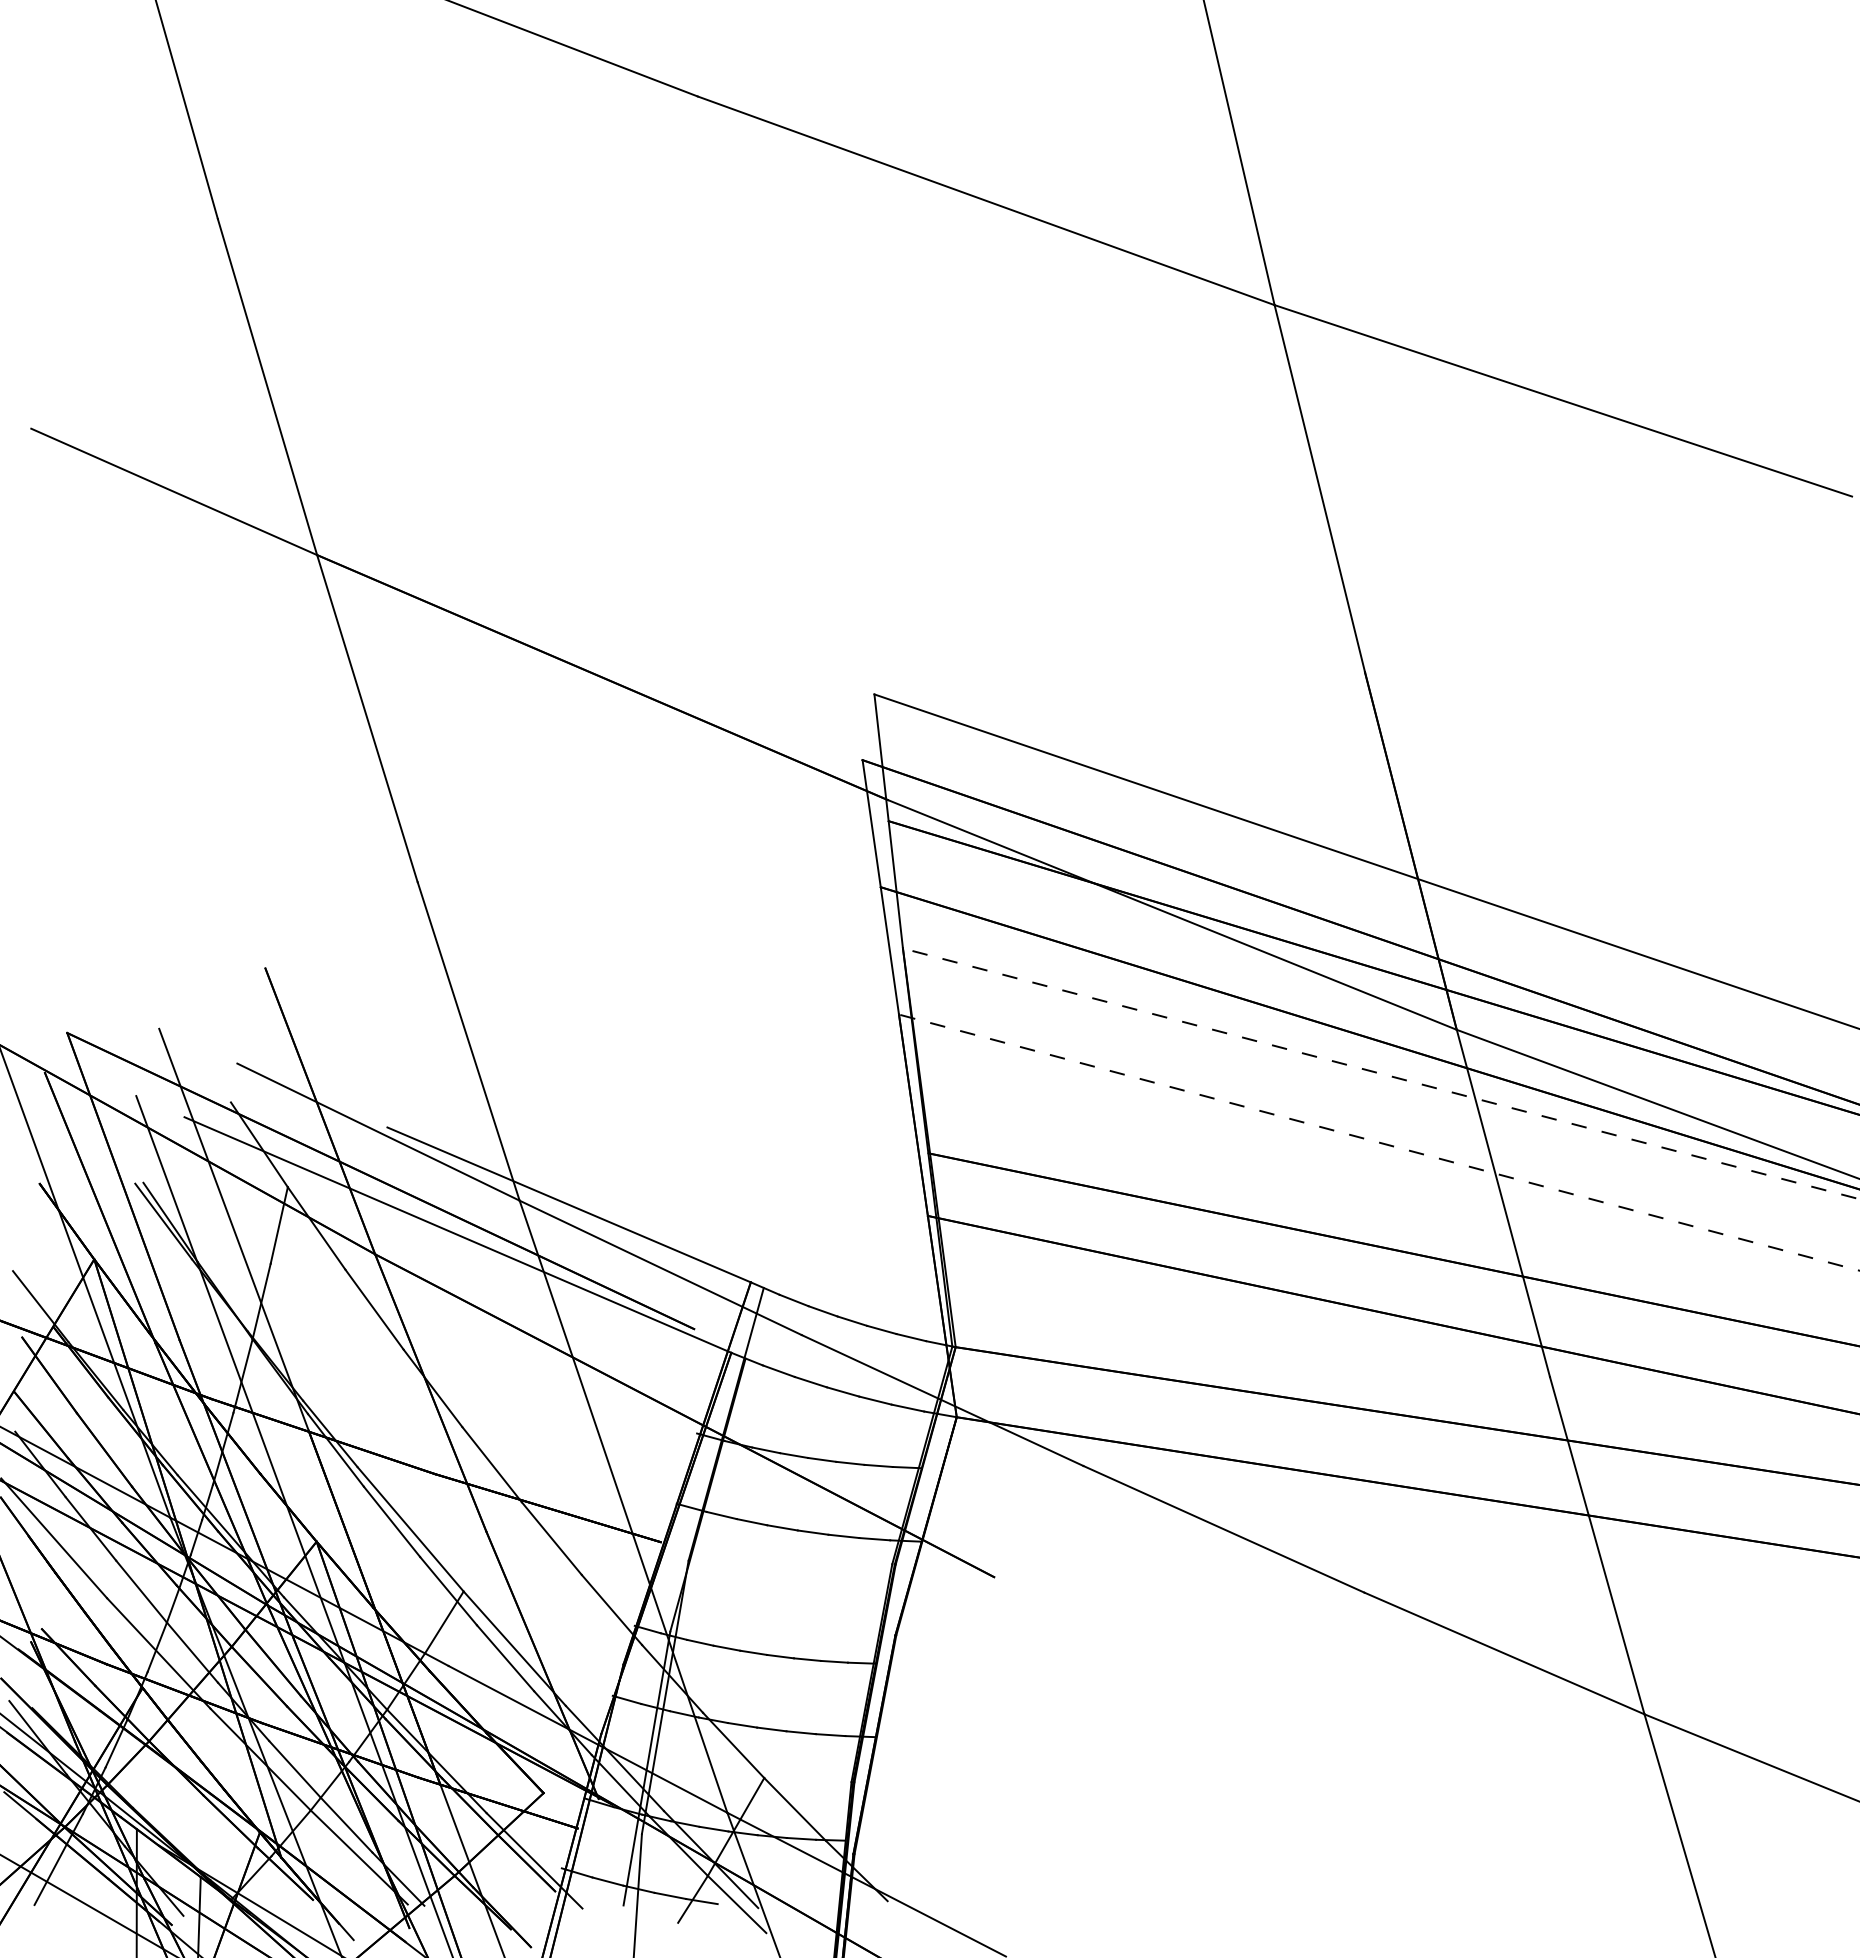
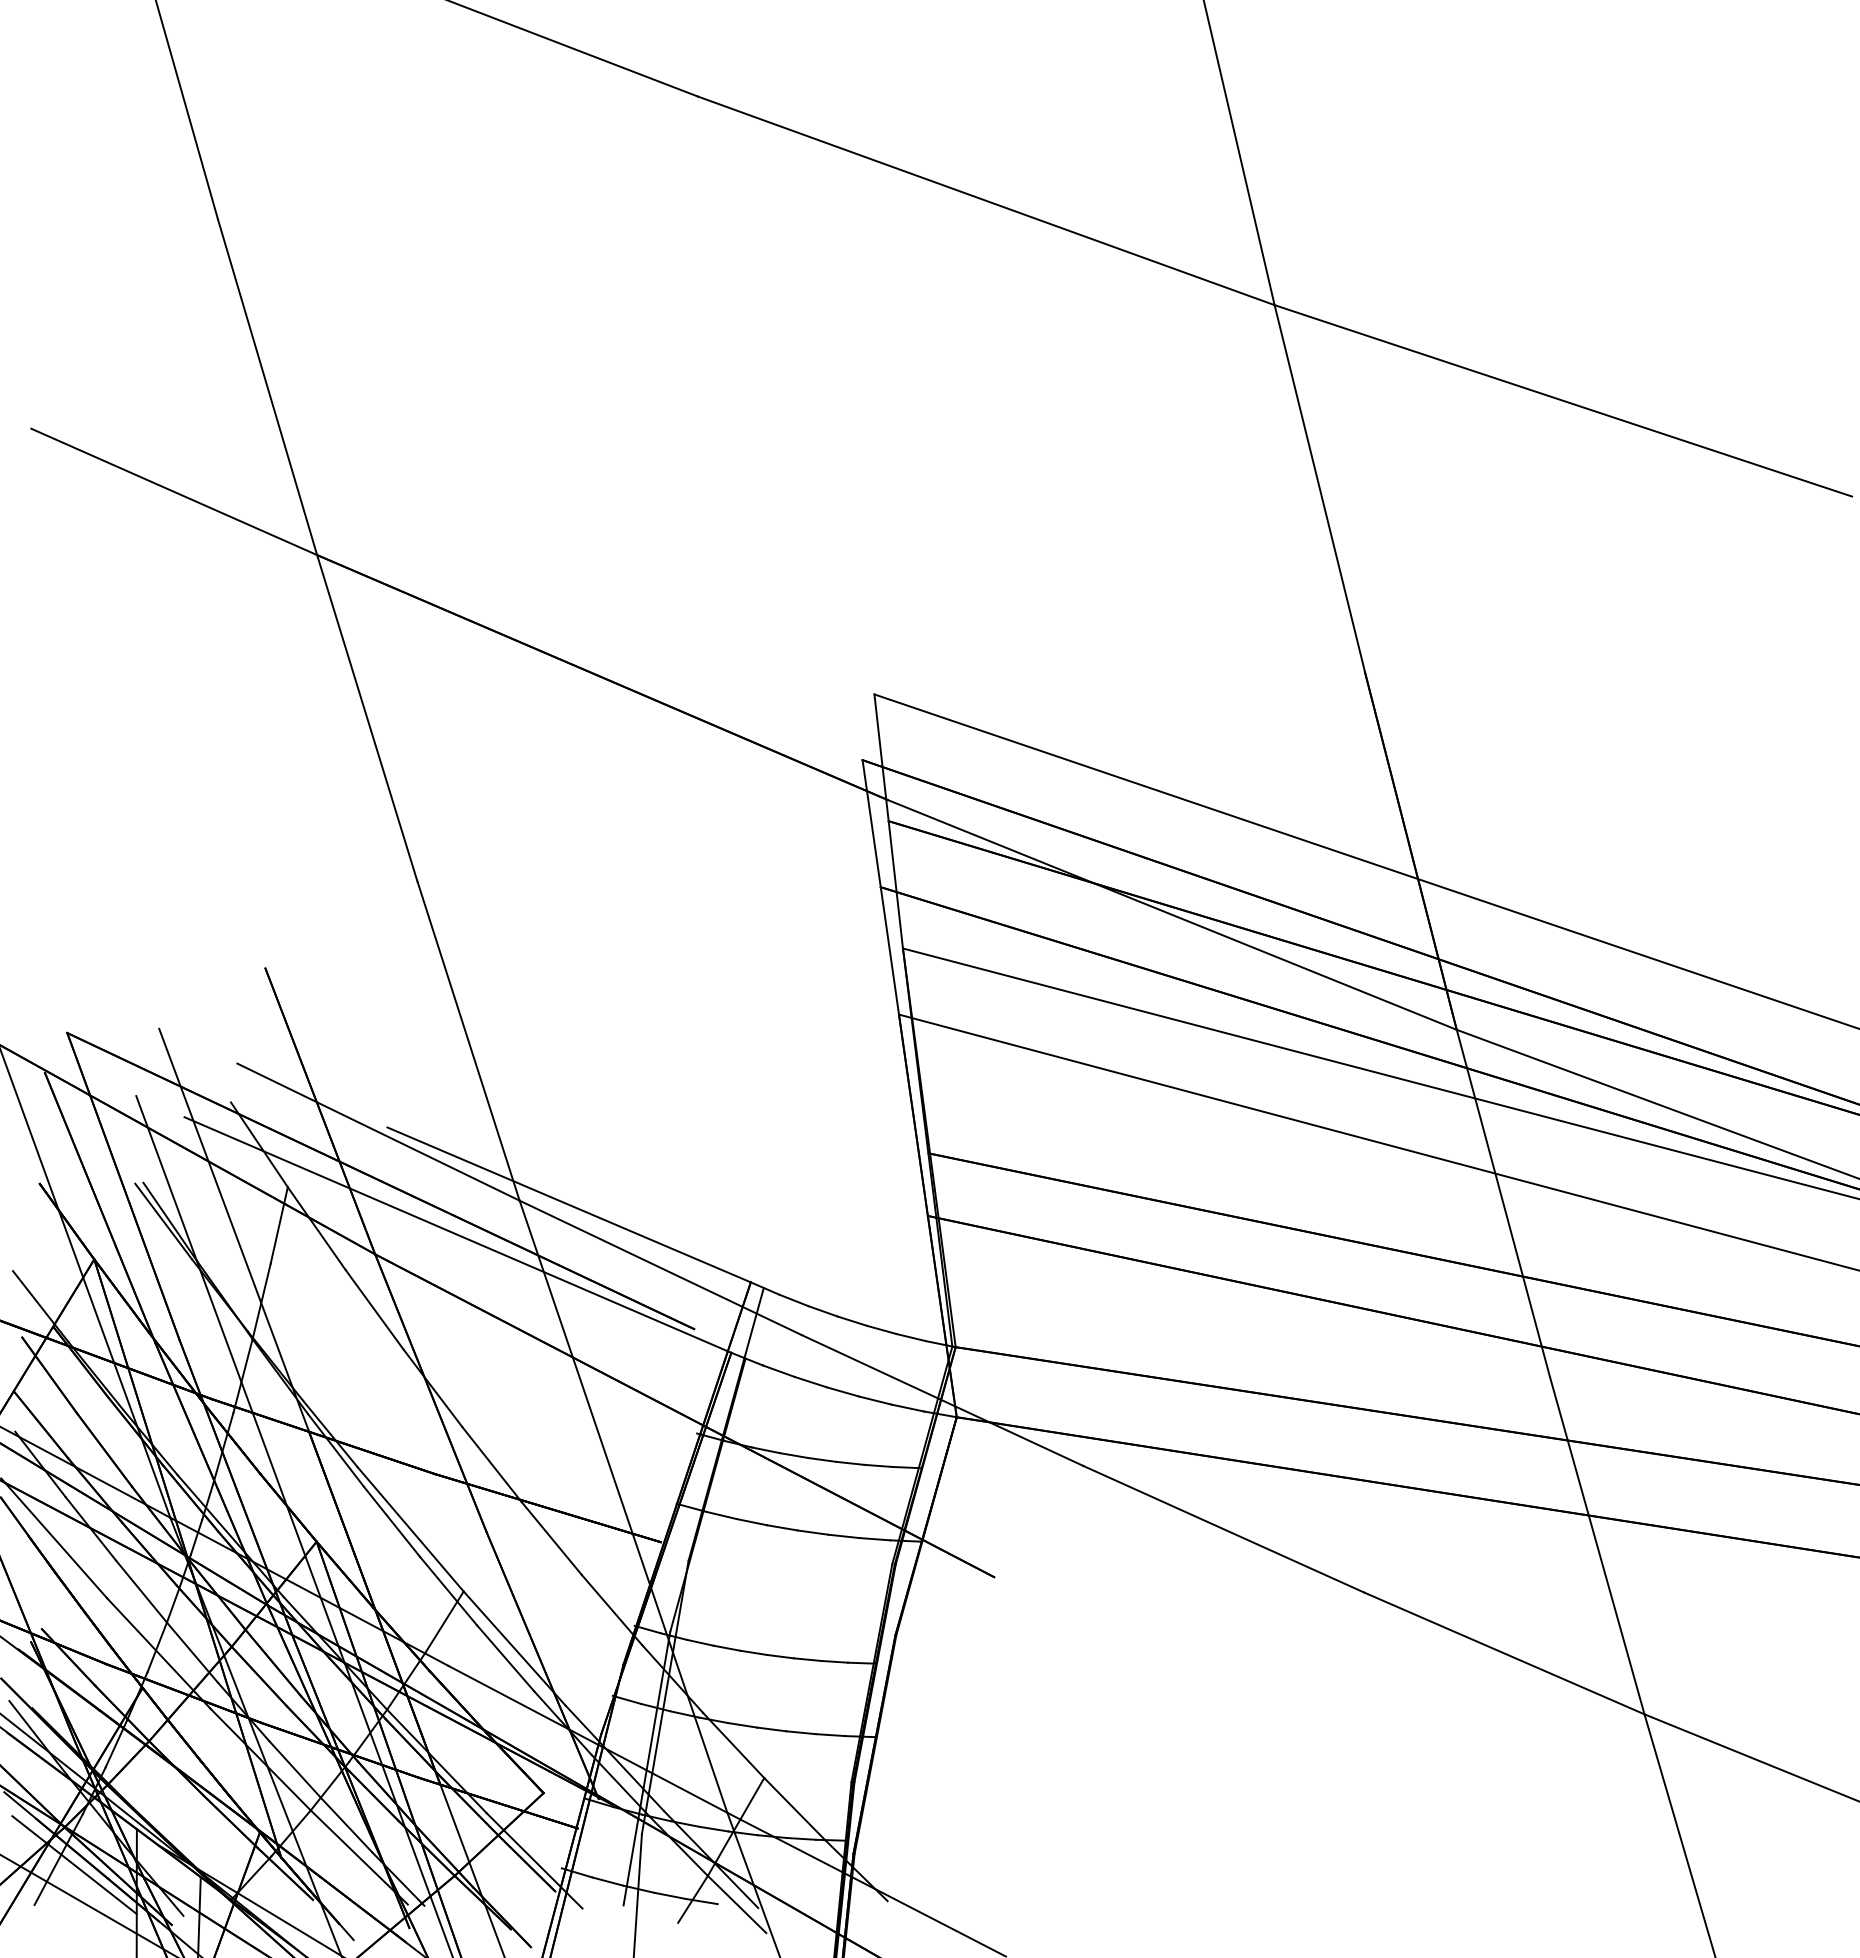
line at (1380, 1073): dashed -> solid
line at (1379, 1142): dashed -> solid
line at (74, 1865): none -> present
